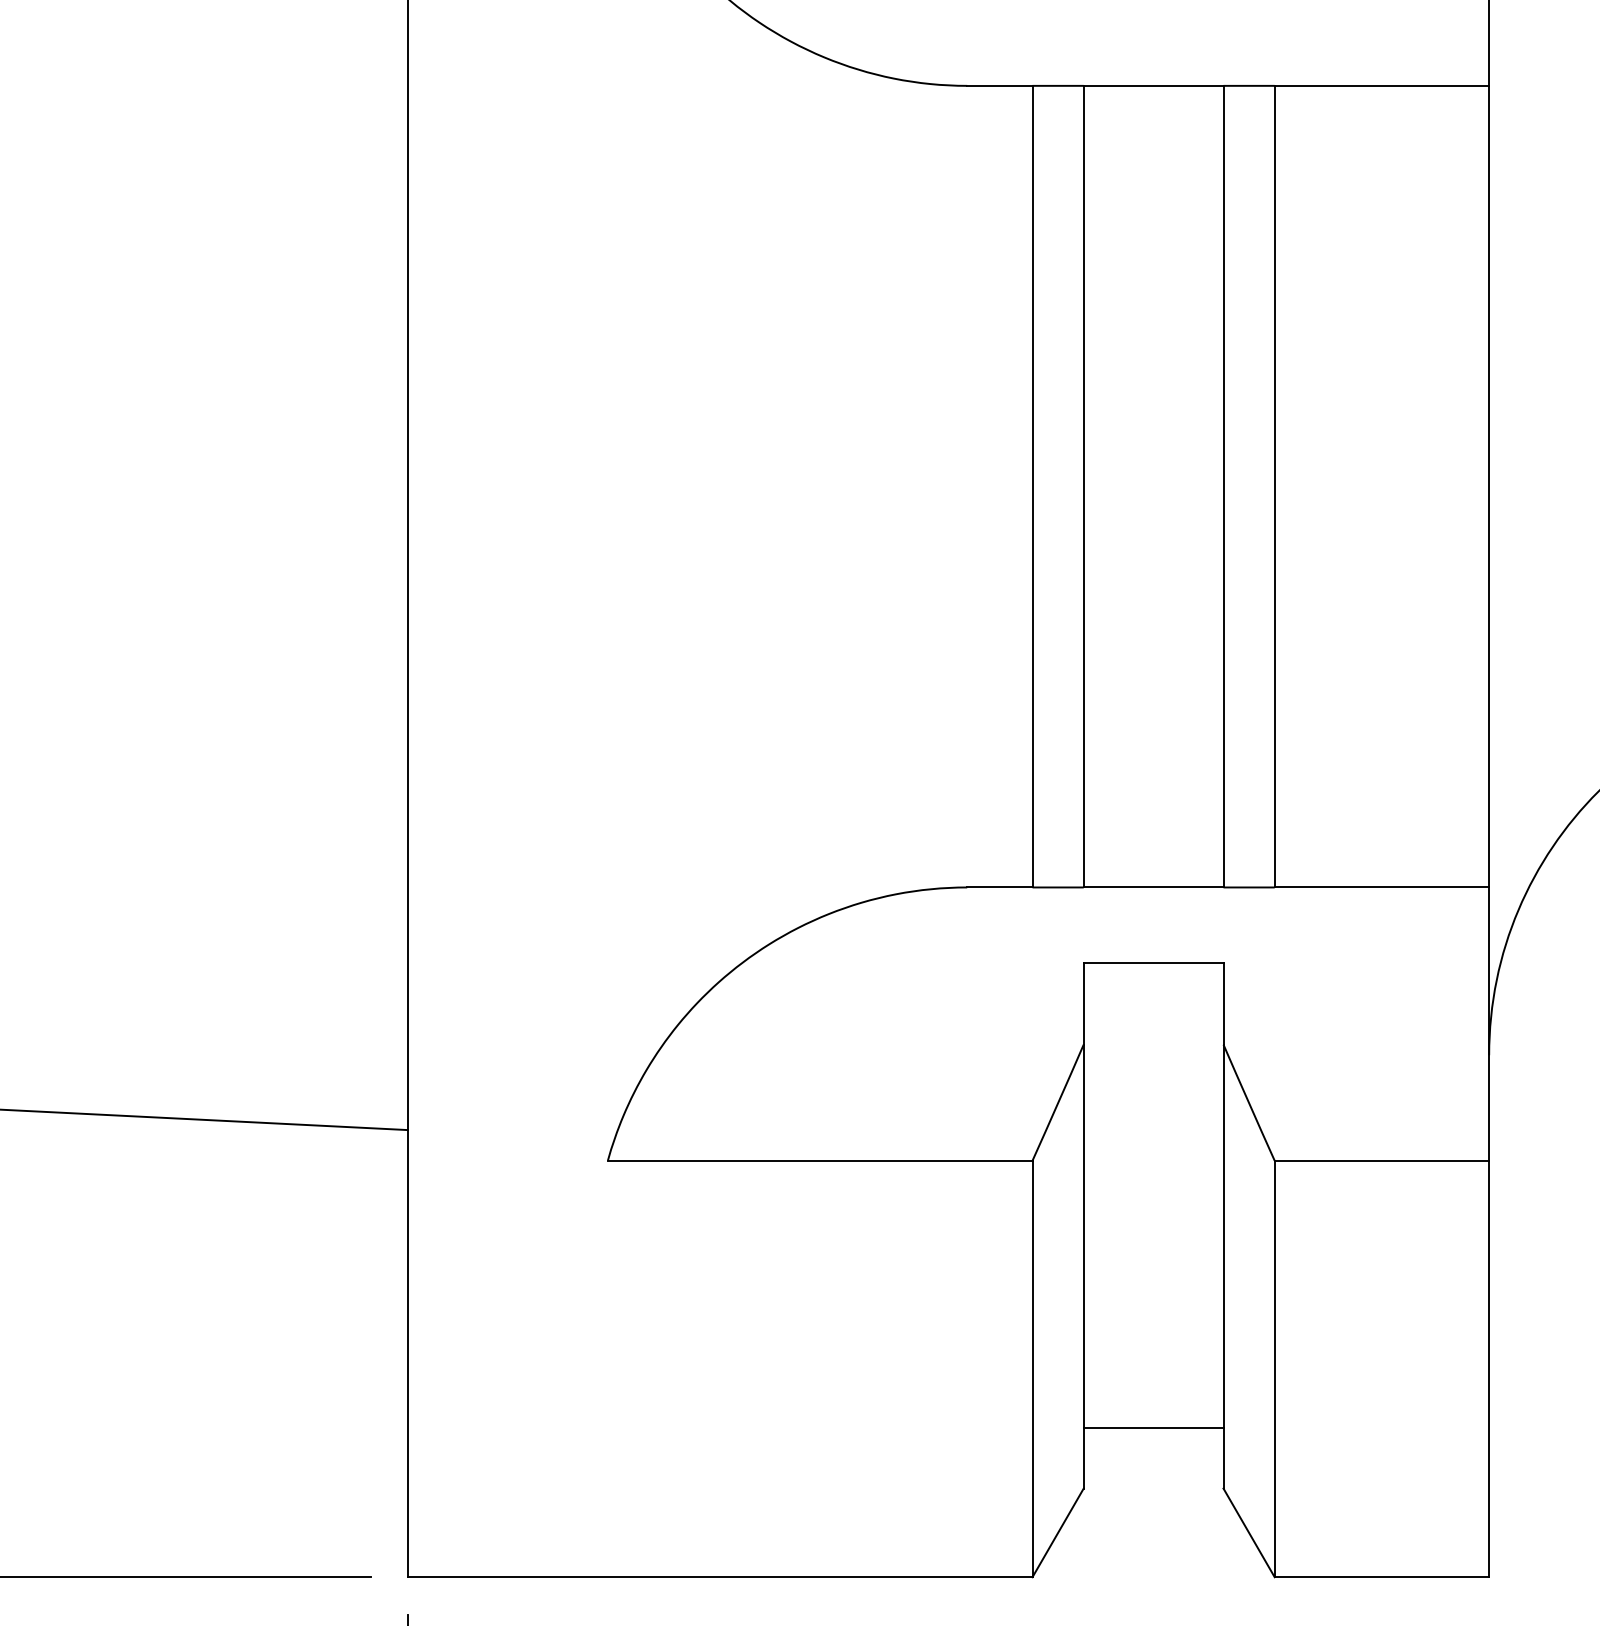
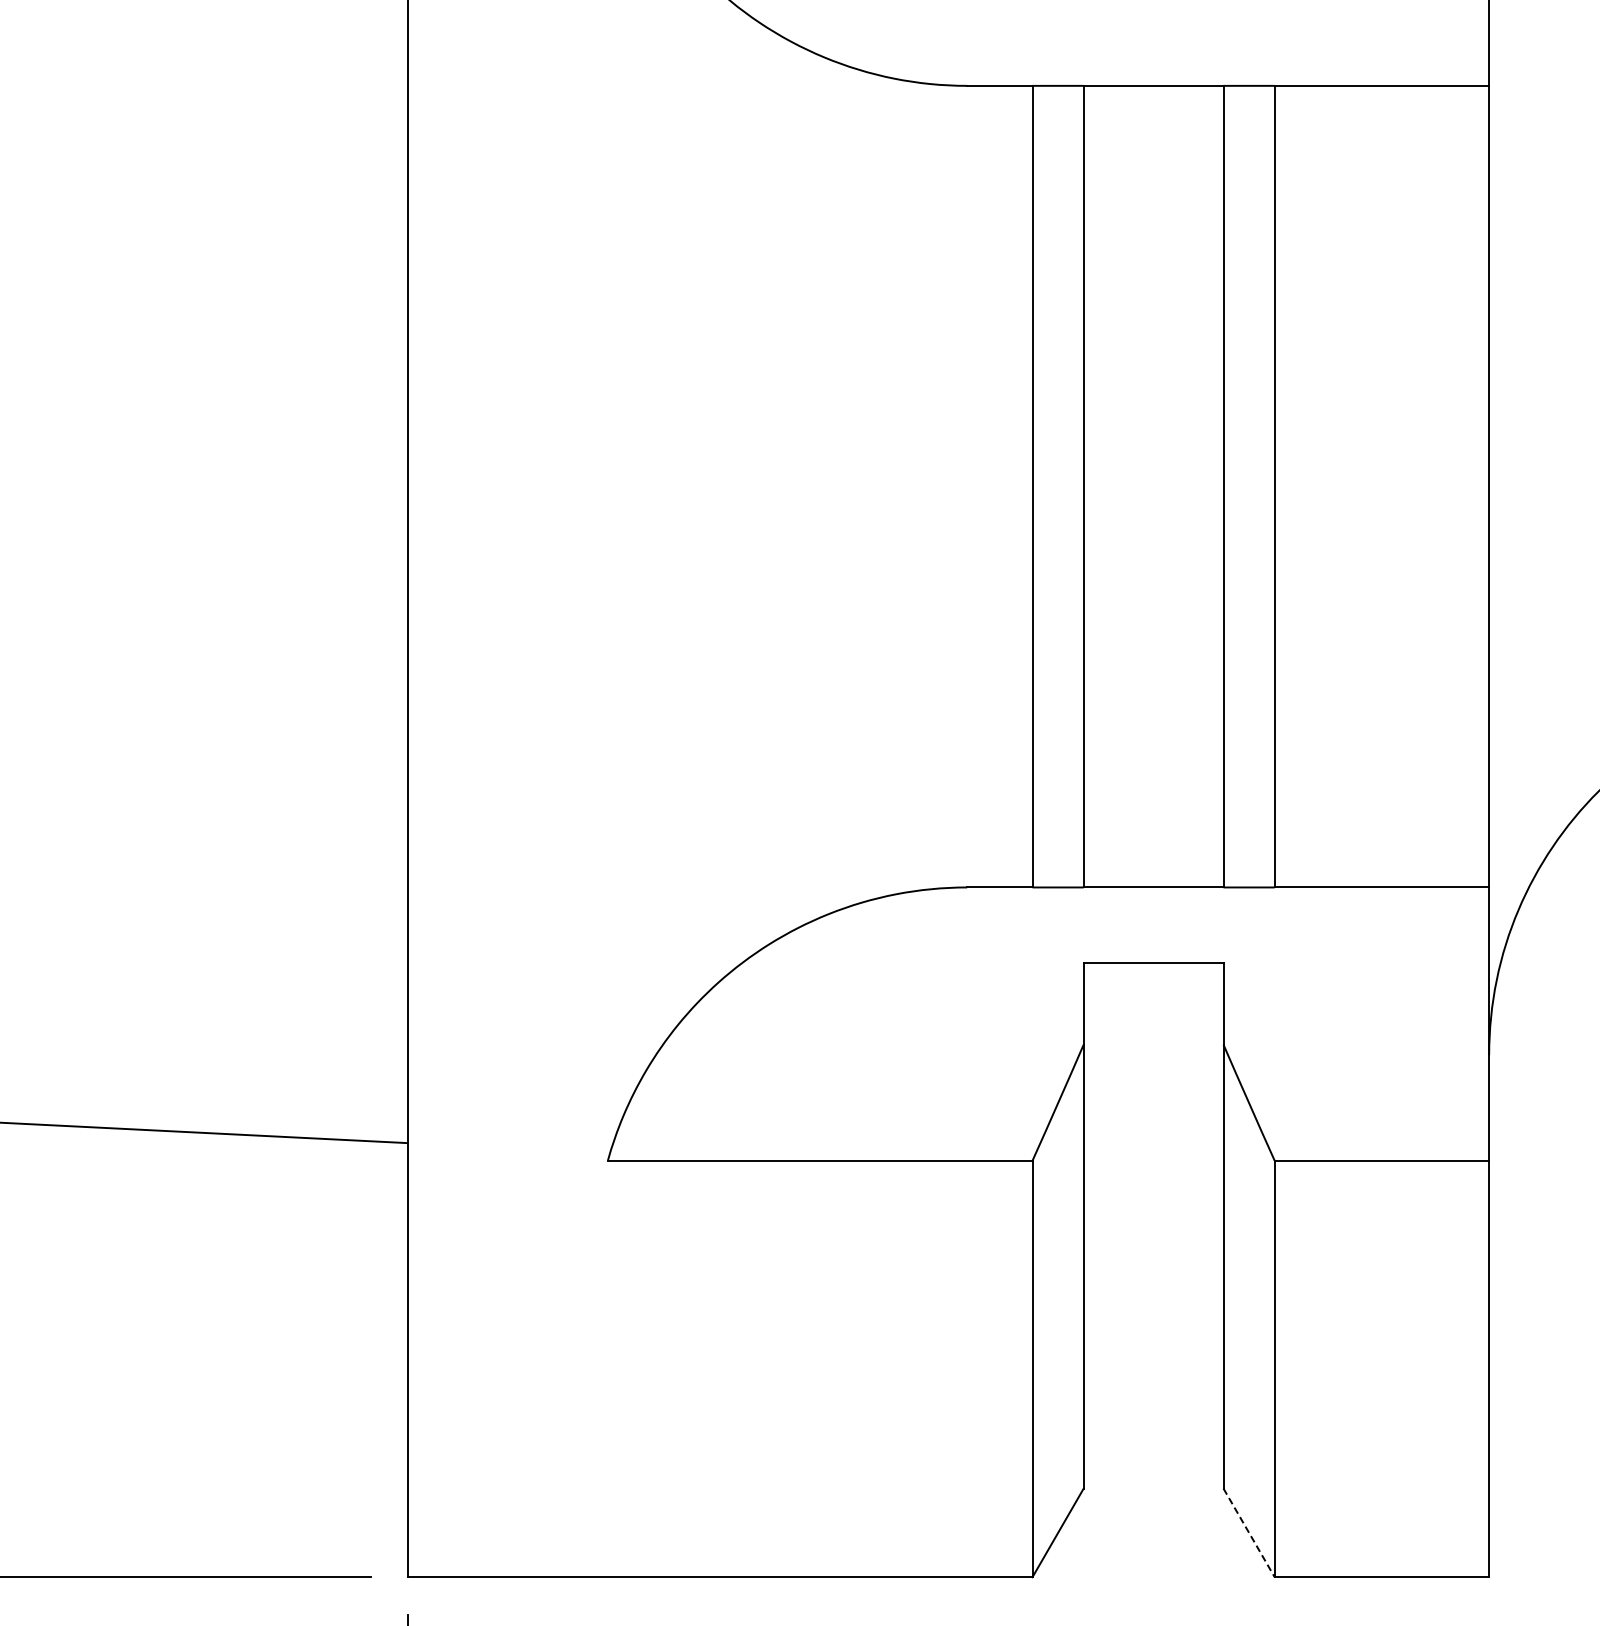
line at (204, 1119) position: (204, 1119) -> (204, 1132)
line at (1153, 1428): present -> none
line at (1249, 1533): solid -> dashed
